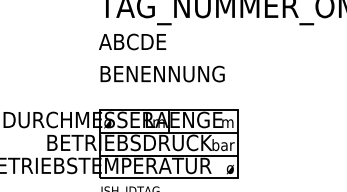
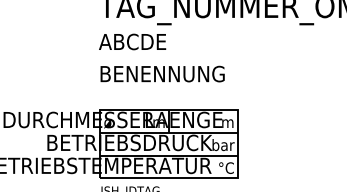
text at (226, 168): ø -> °C
